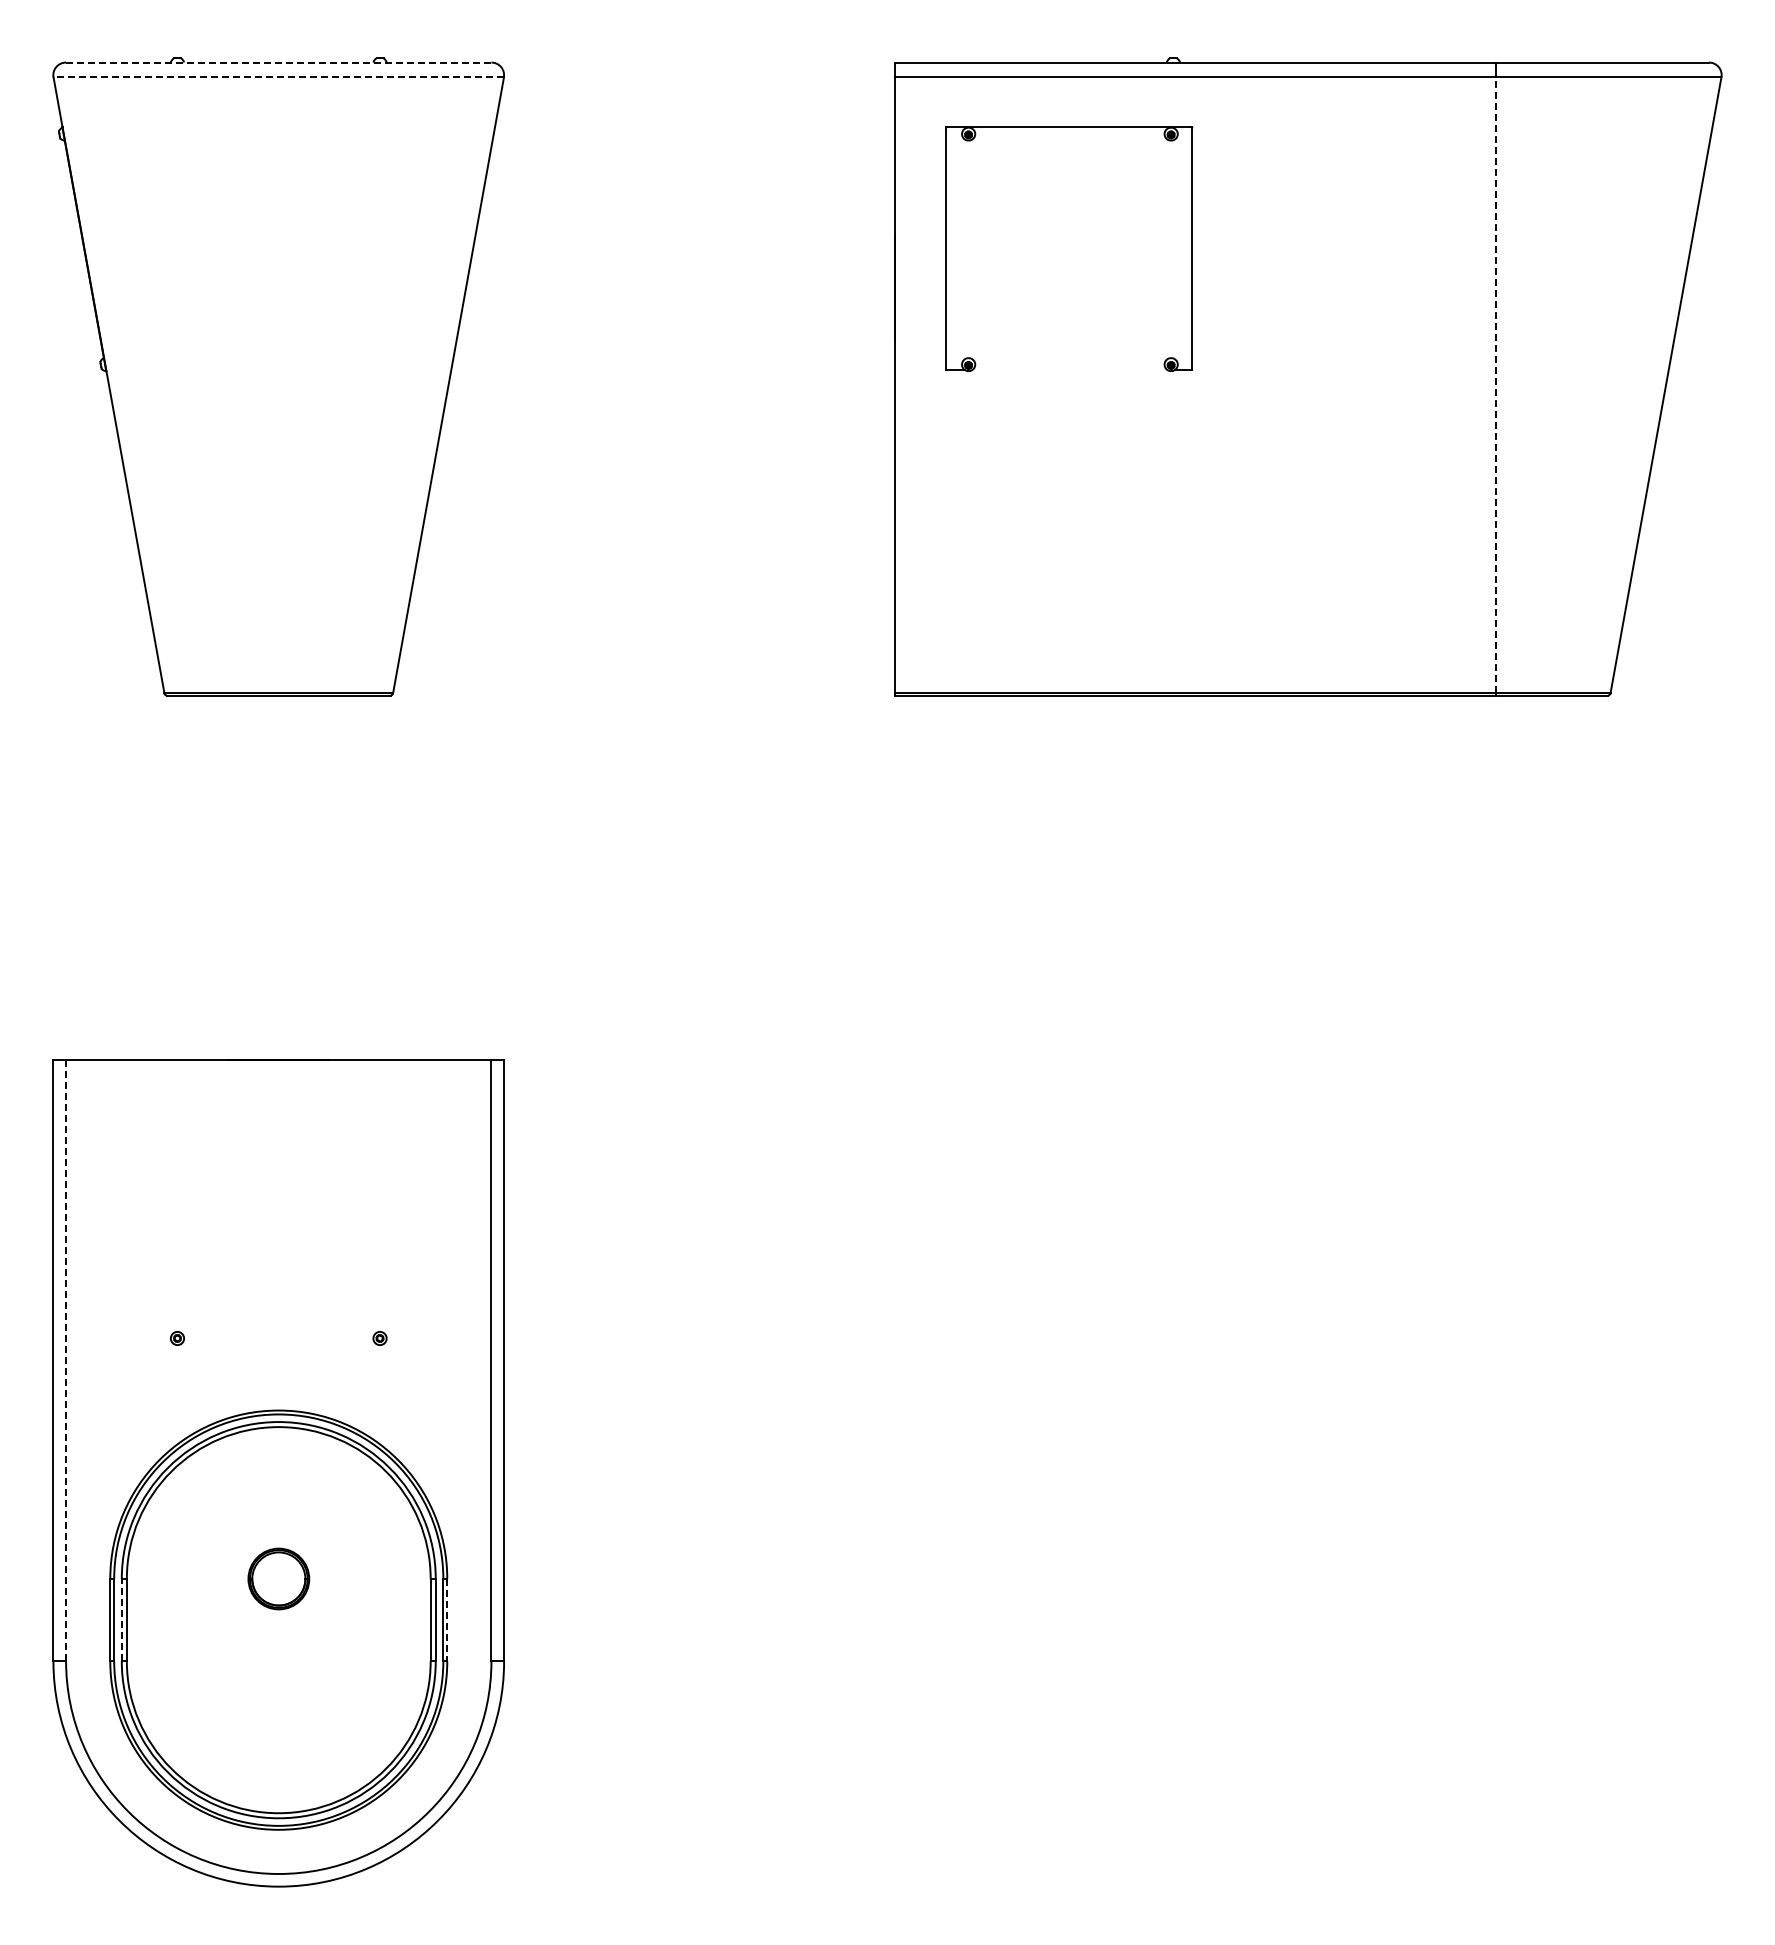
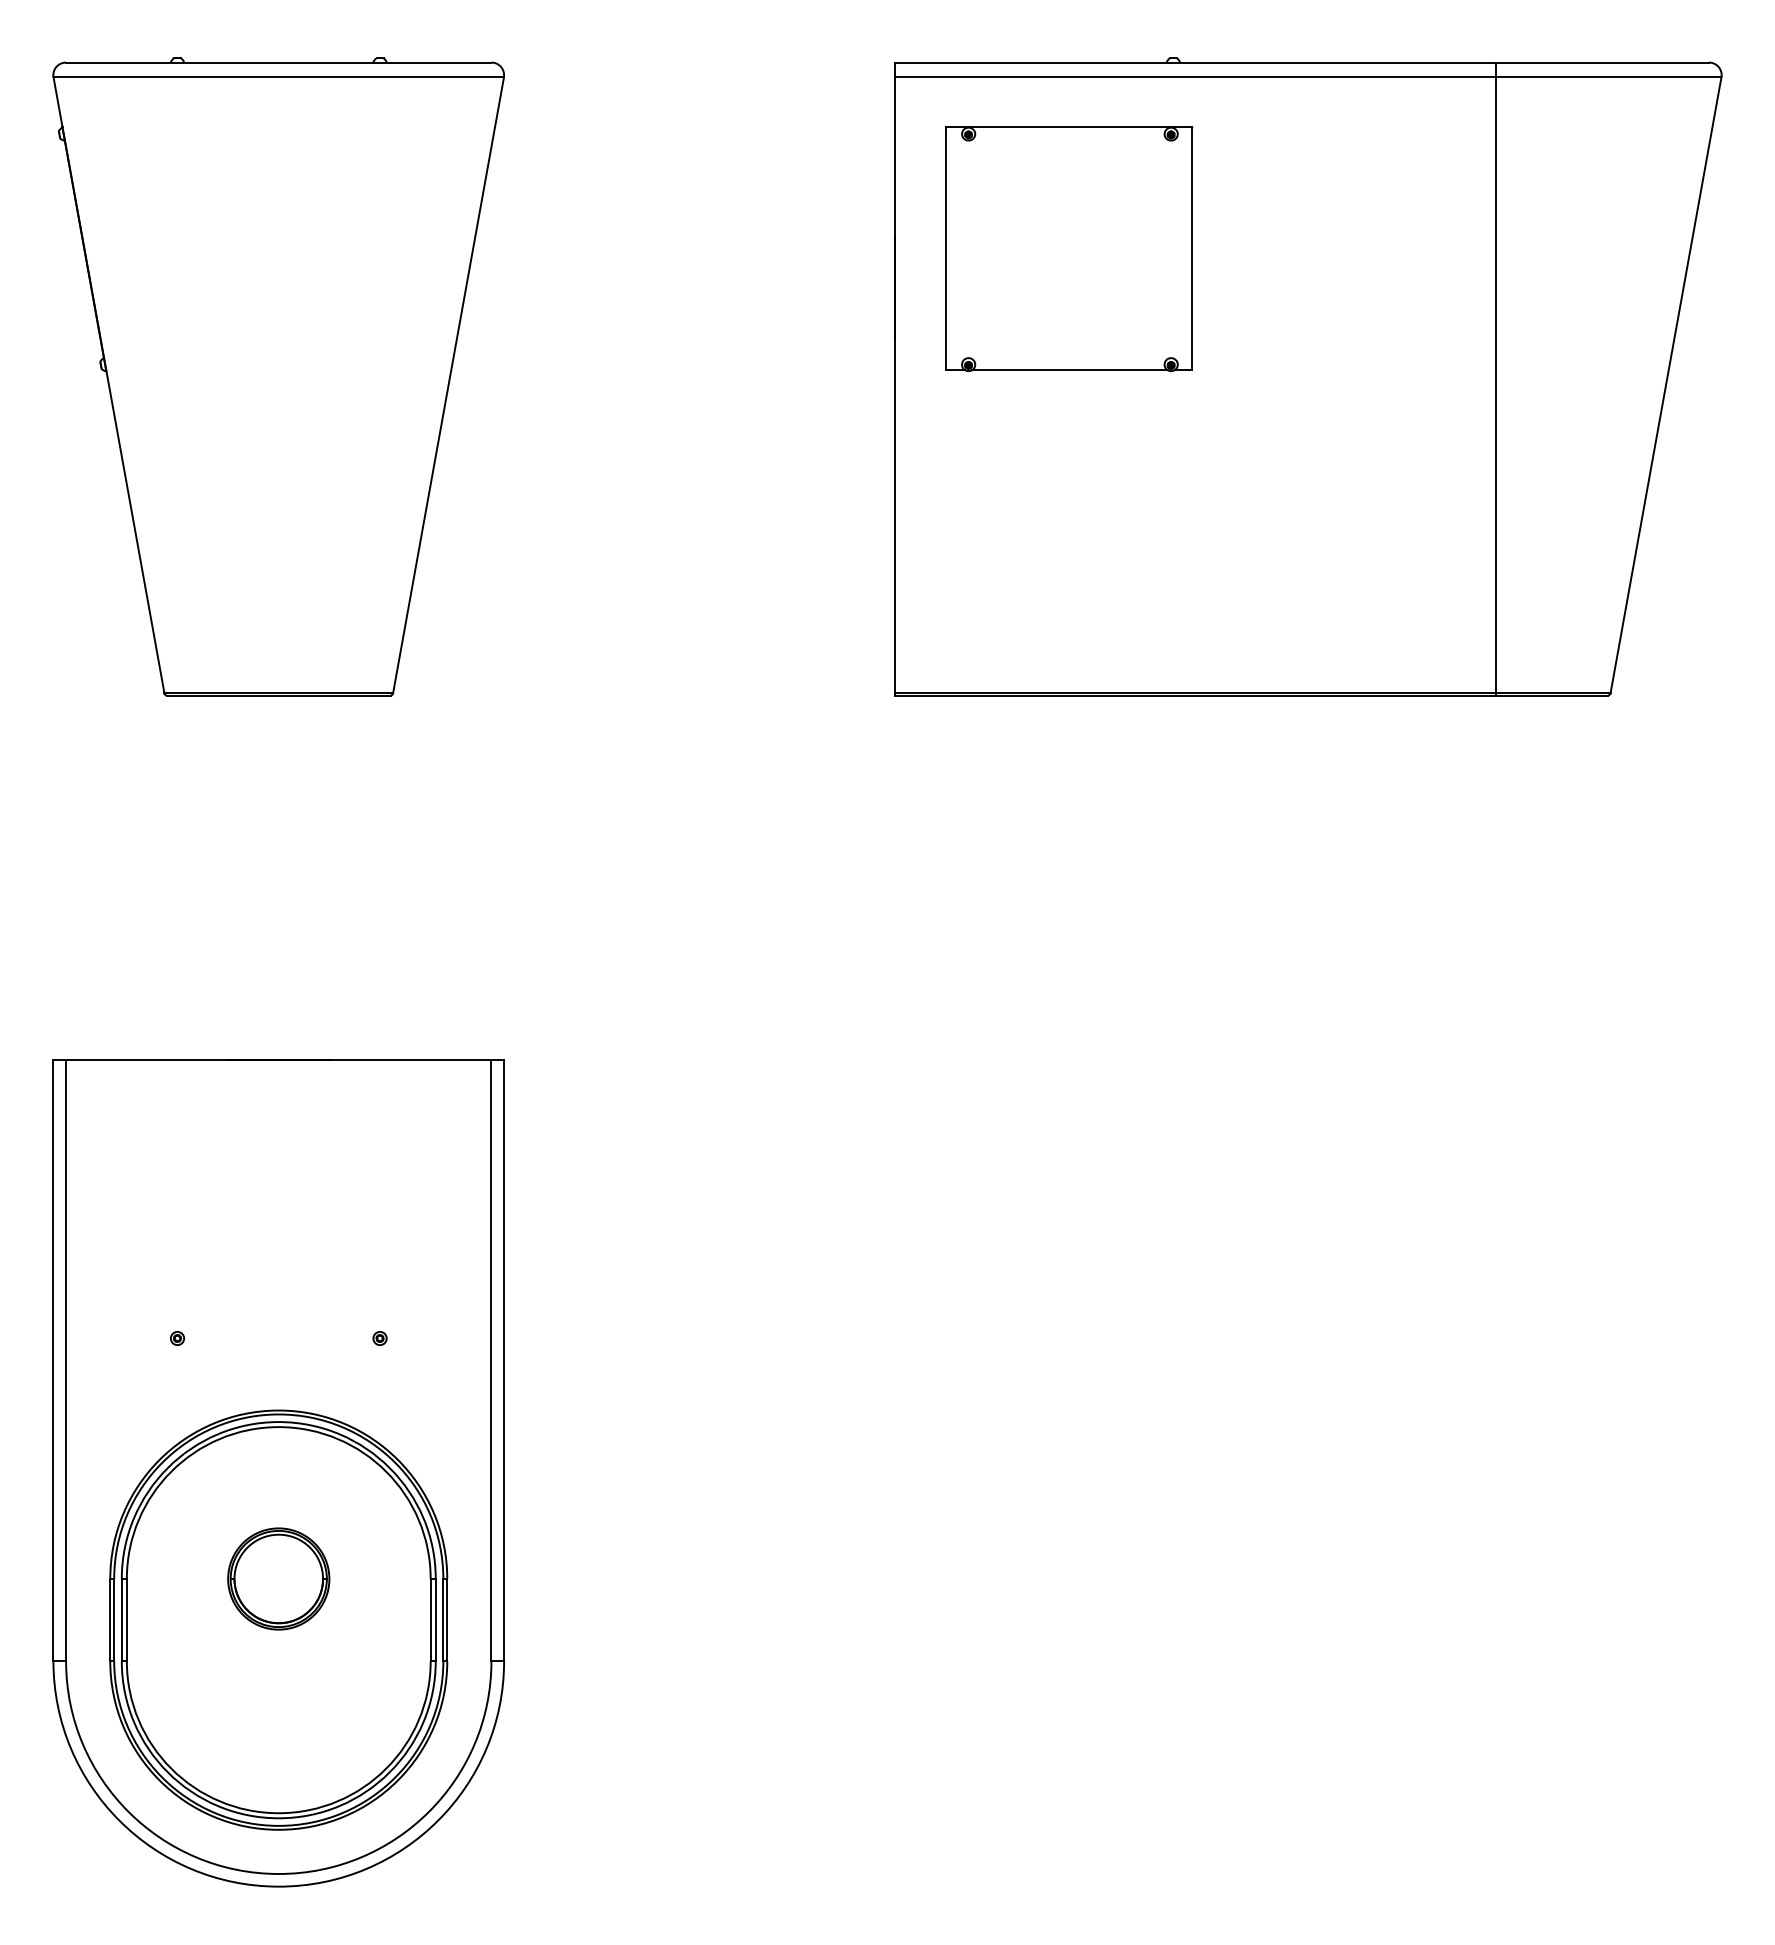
line at (278, 62): dashed -> solid
line at (278, 77): dashed -> solid
line at (1069, 370): none -> present
line at (1496, 384): dashed -> solid
line at (65, 1360): dashed -> solid
part at (278, 1578) size: 64x64 px -> 104x104 px
line at (121, 1619): dashed -> solid
line at (447, 1620): dashed -> solid
